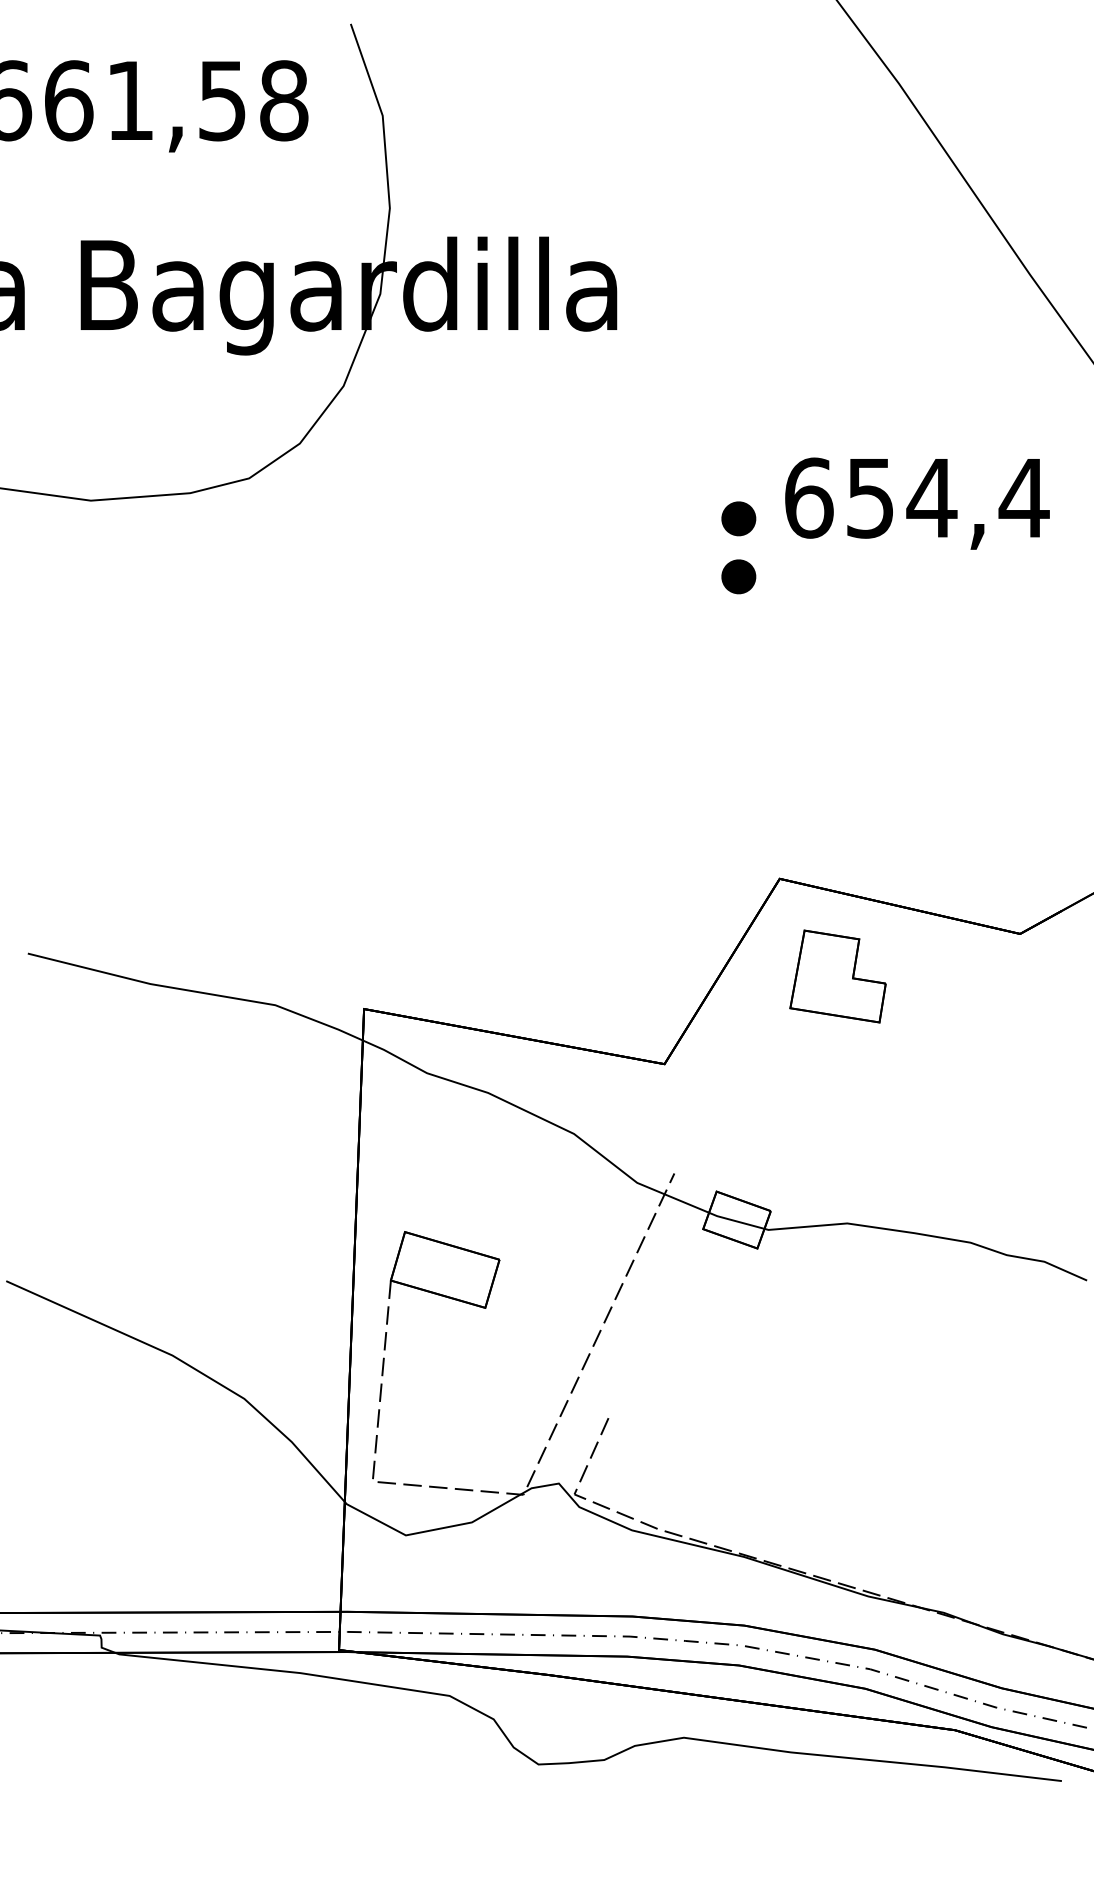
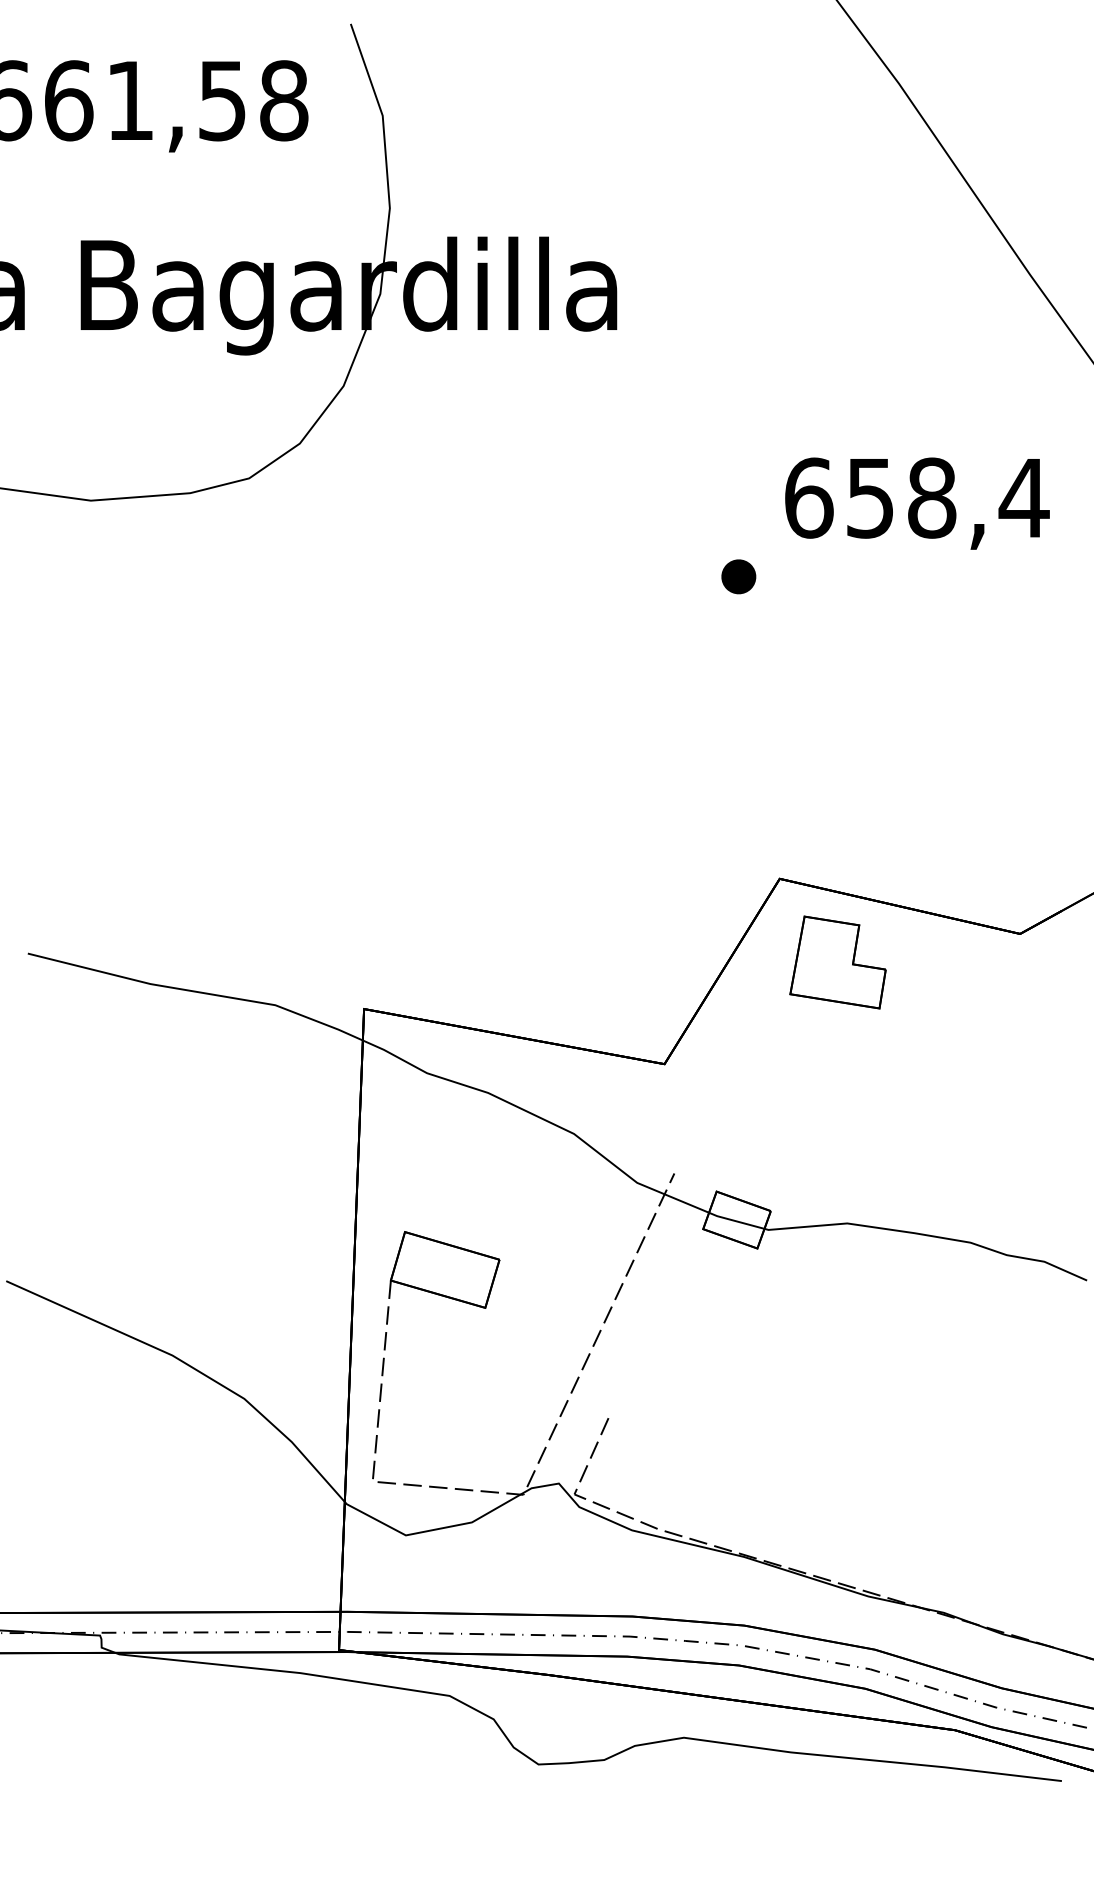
text at (931, 497): 654,4 -> 658,4
part at (738, 518): present -> none
part at (837, 976) position: (837, 976) -> (837, 962)
